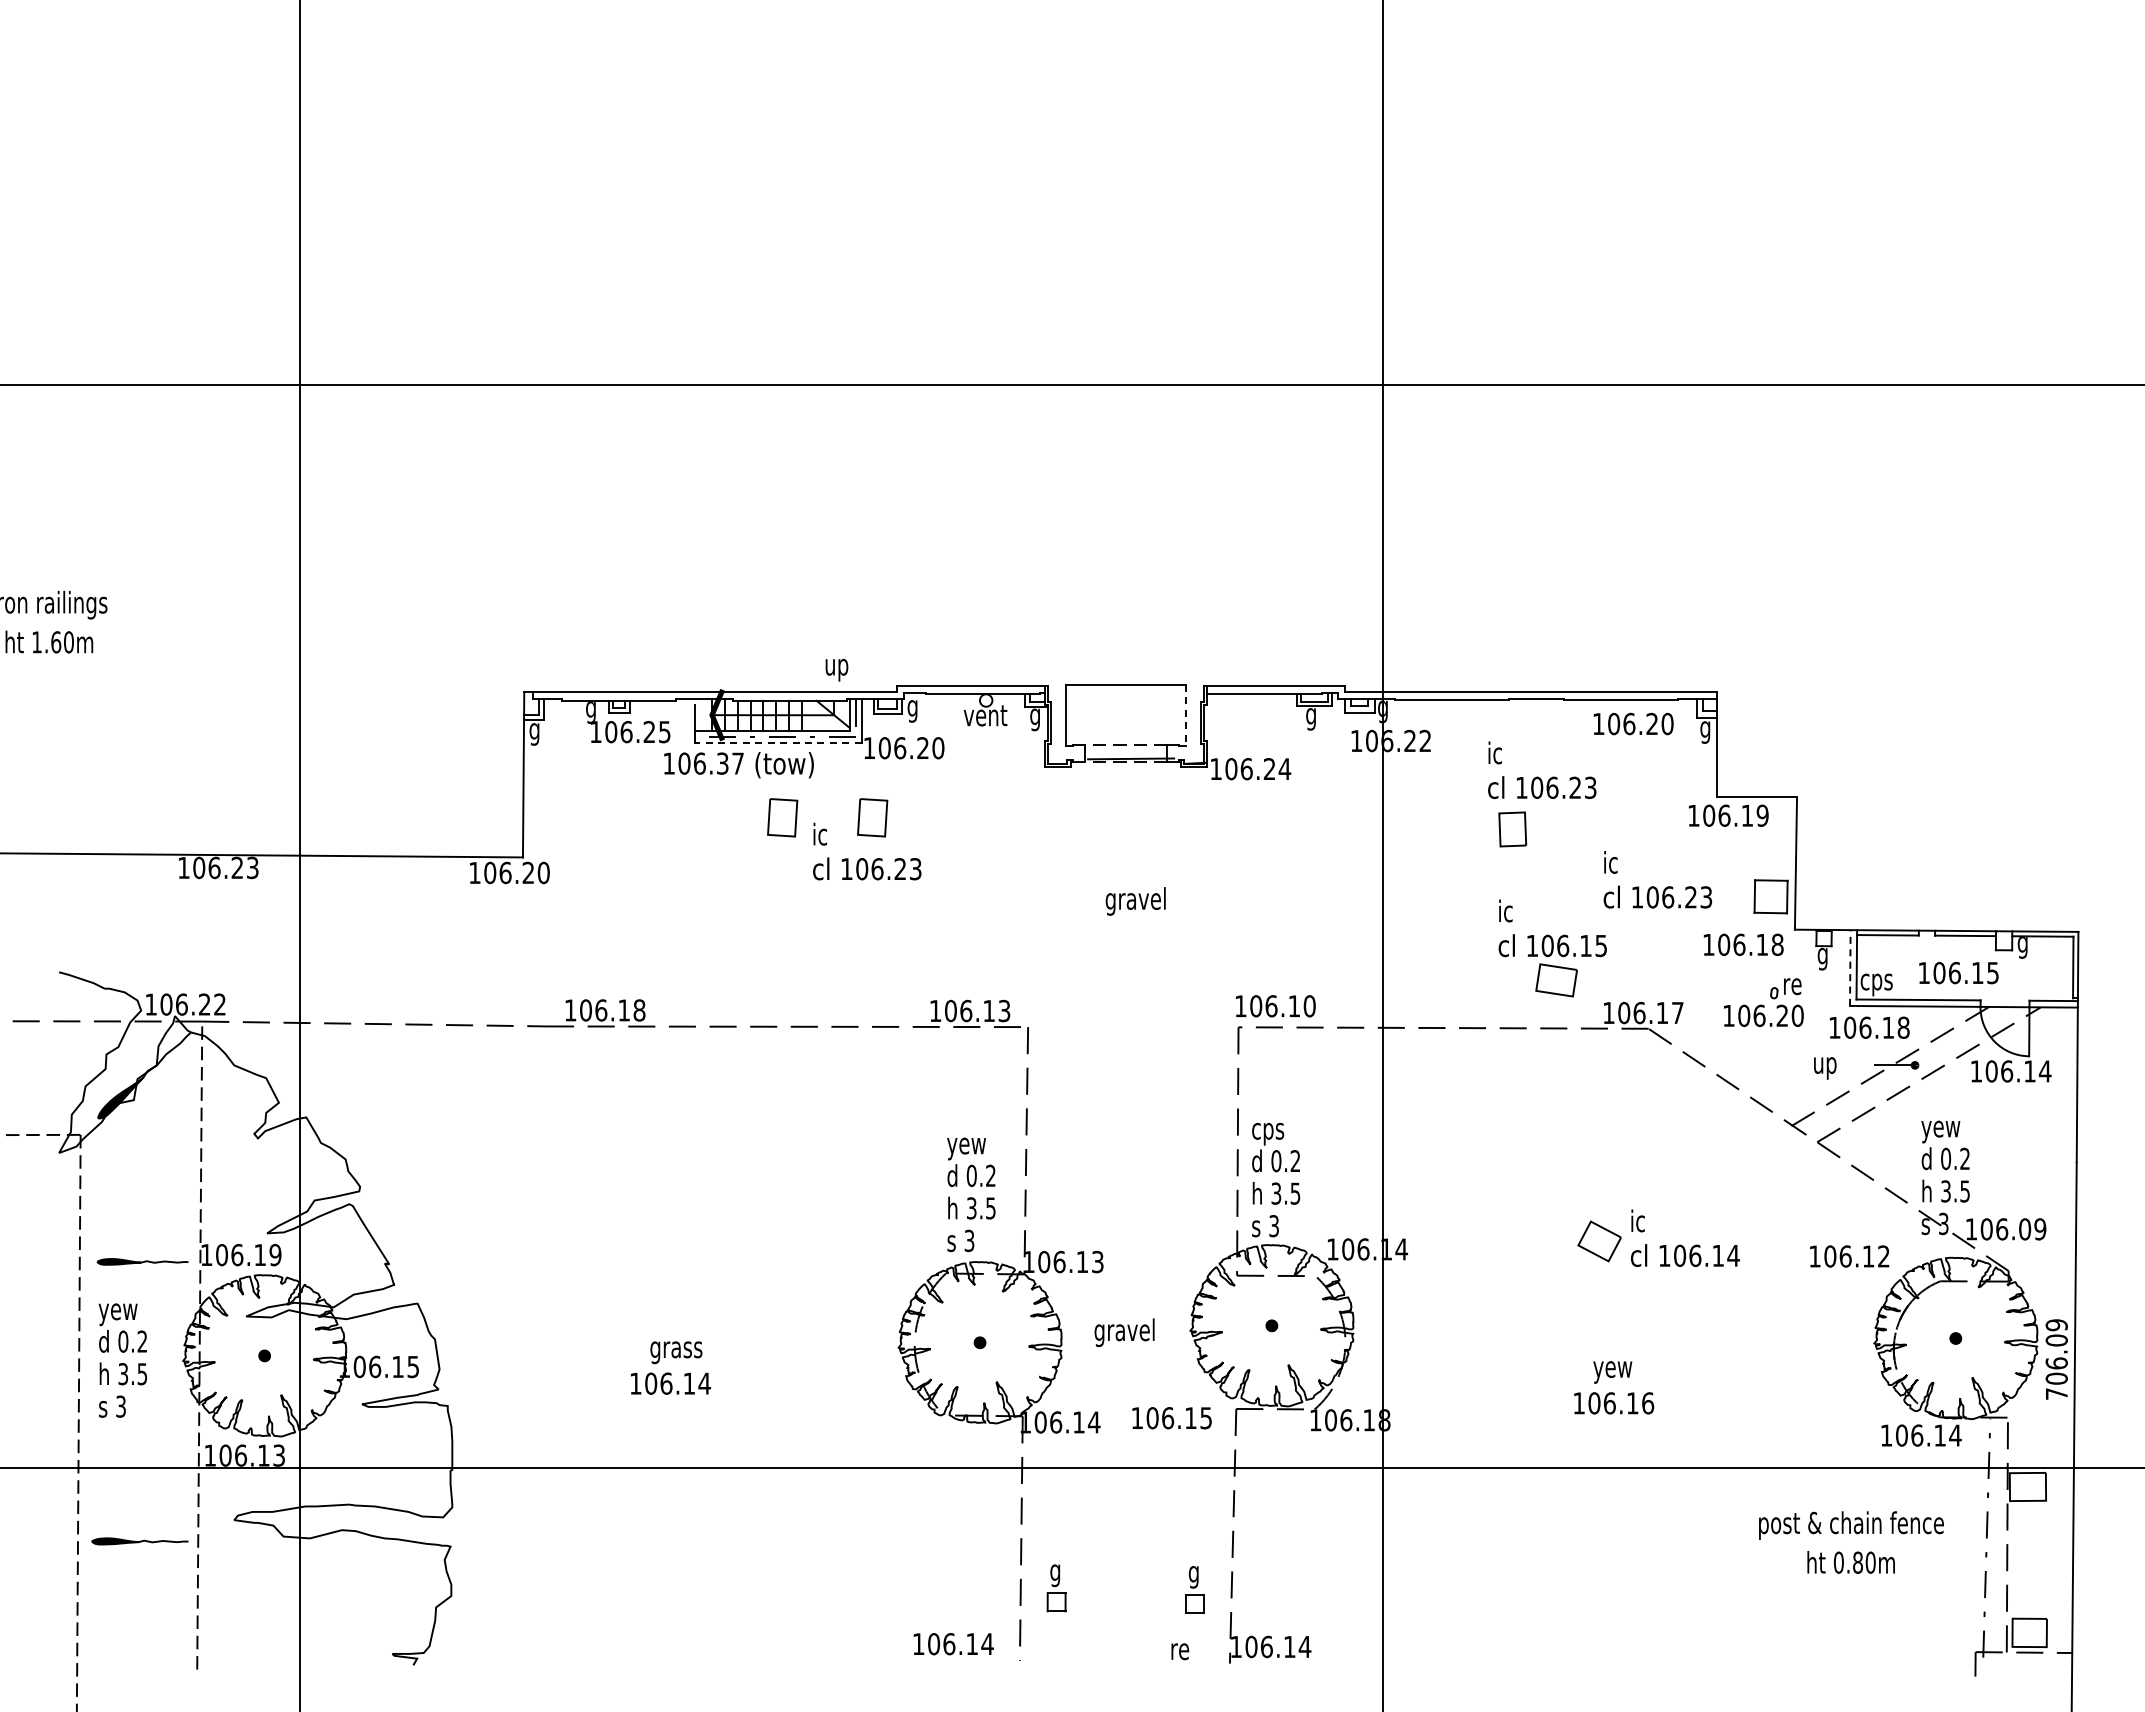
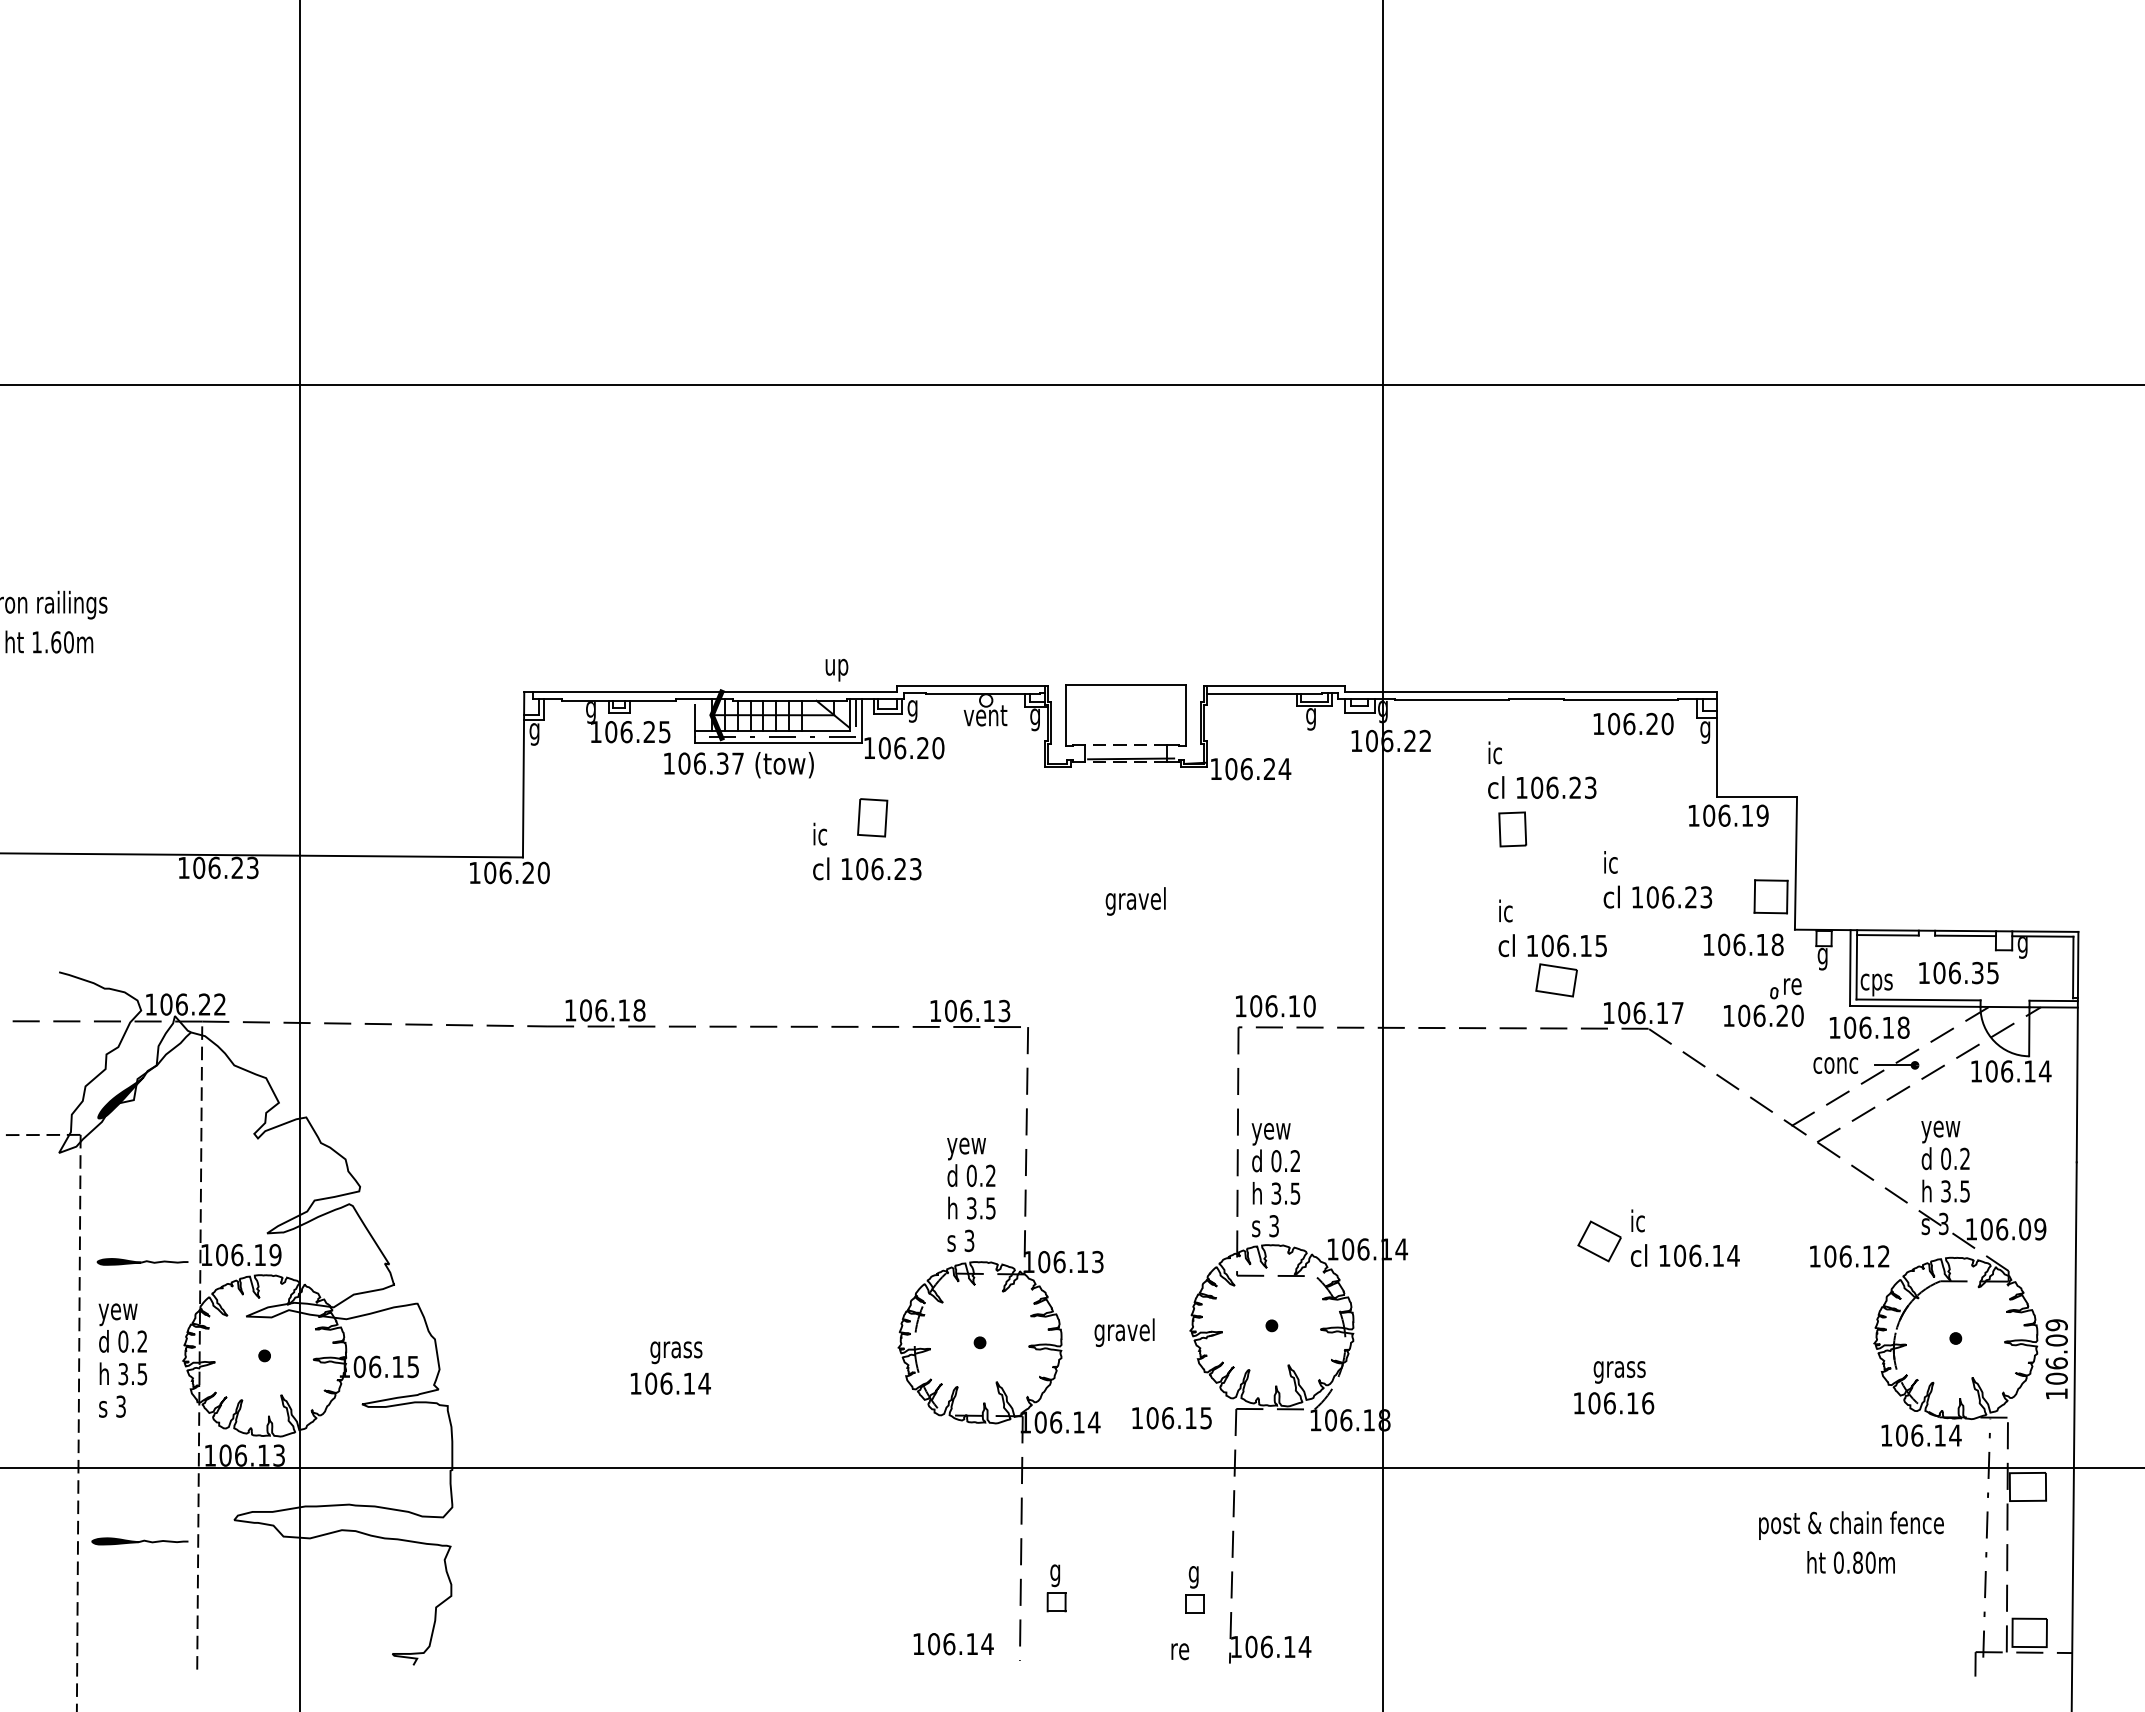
line at (1185, 715): dashed -> solid
line at (777, 743): dashed -> solid
part at (782, 817): present -> none
line at (1850, 968): dashed -> solid
text at (1977, 972): 106.15 -> 106.35
text at (1835, 1068): up -> conc
text at (1270, 1133): cps -> yew
text at (1619, 1372): yew -> grass
text at (2056, 1393): 706.09 -> 106.09
